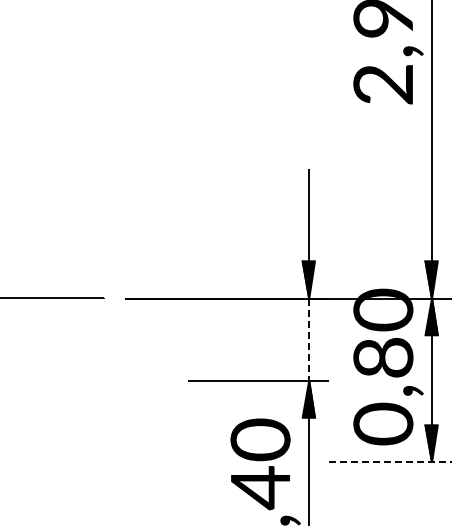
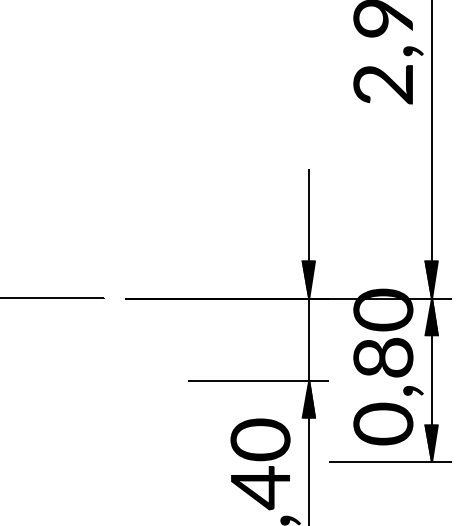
line at (309, 339): dashed -> solid
line at (391, 462): dashed -> solid
